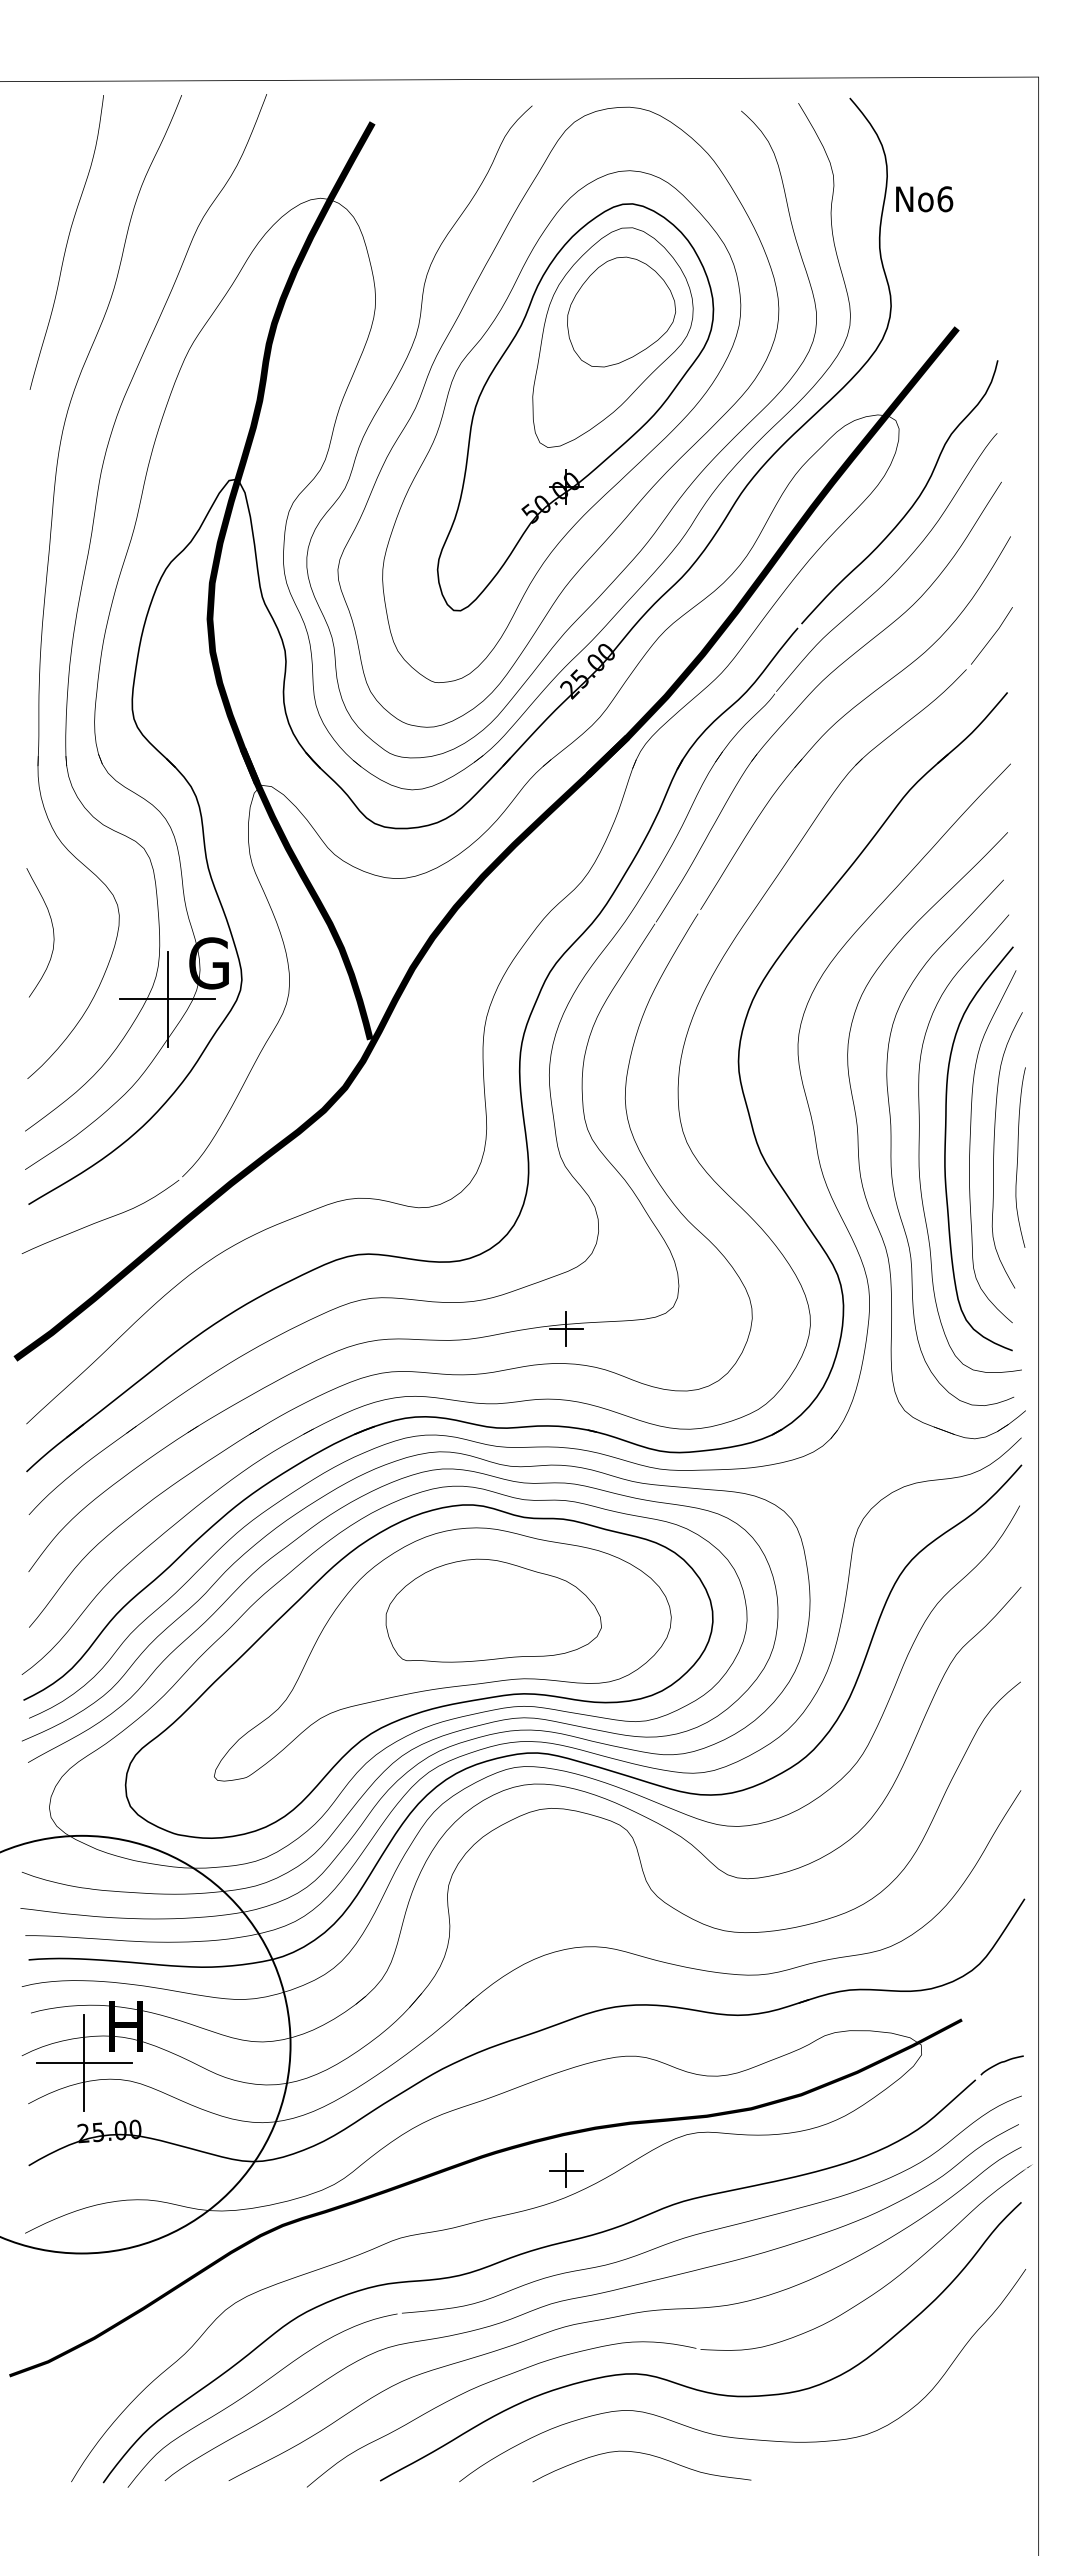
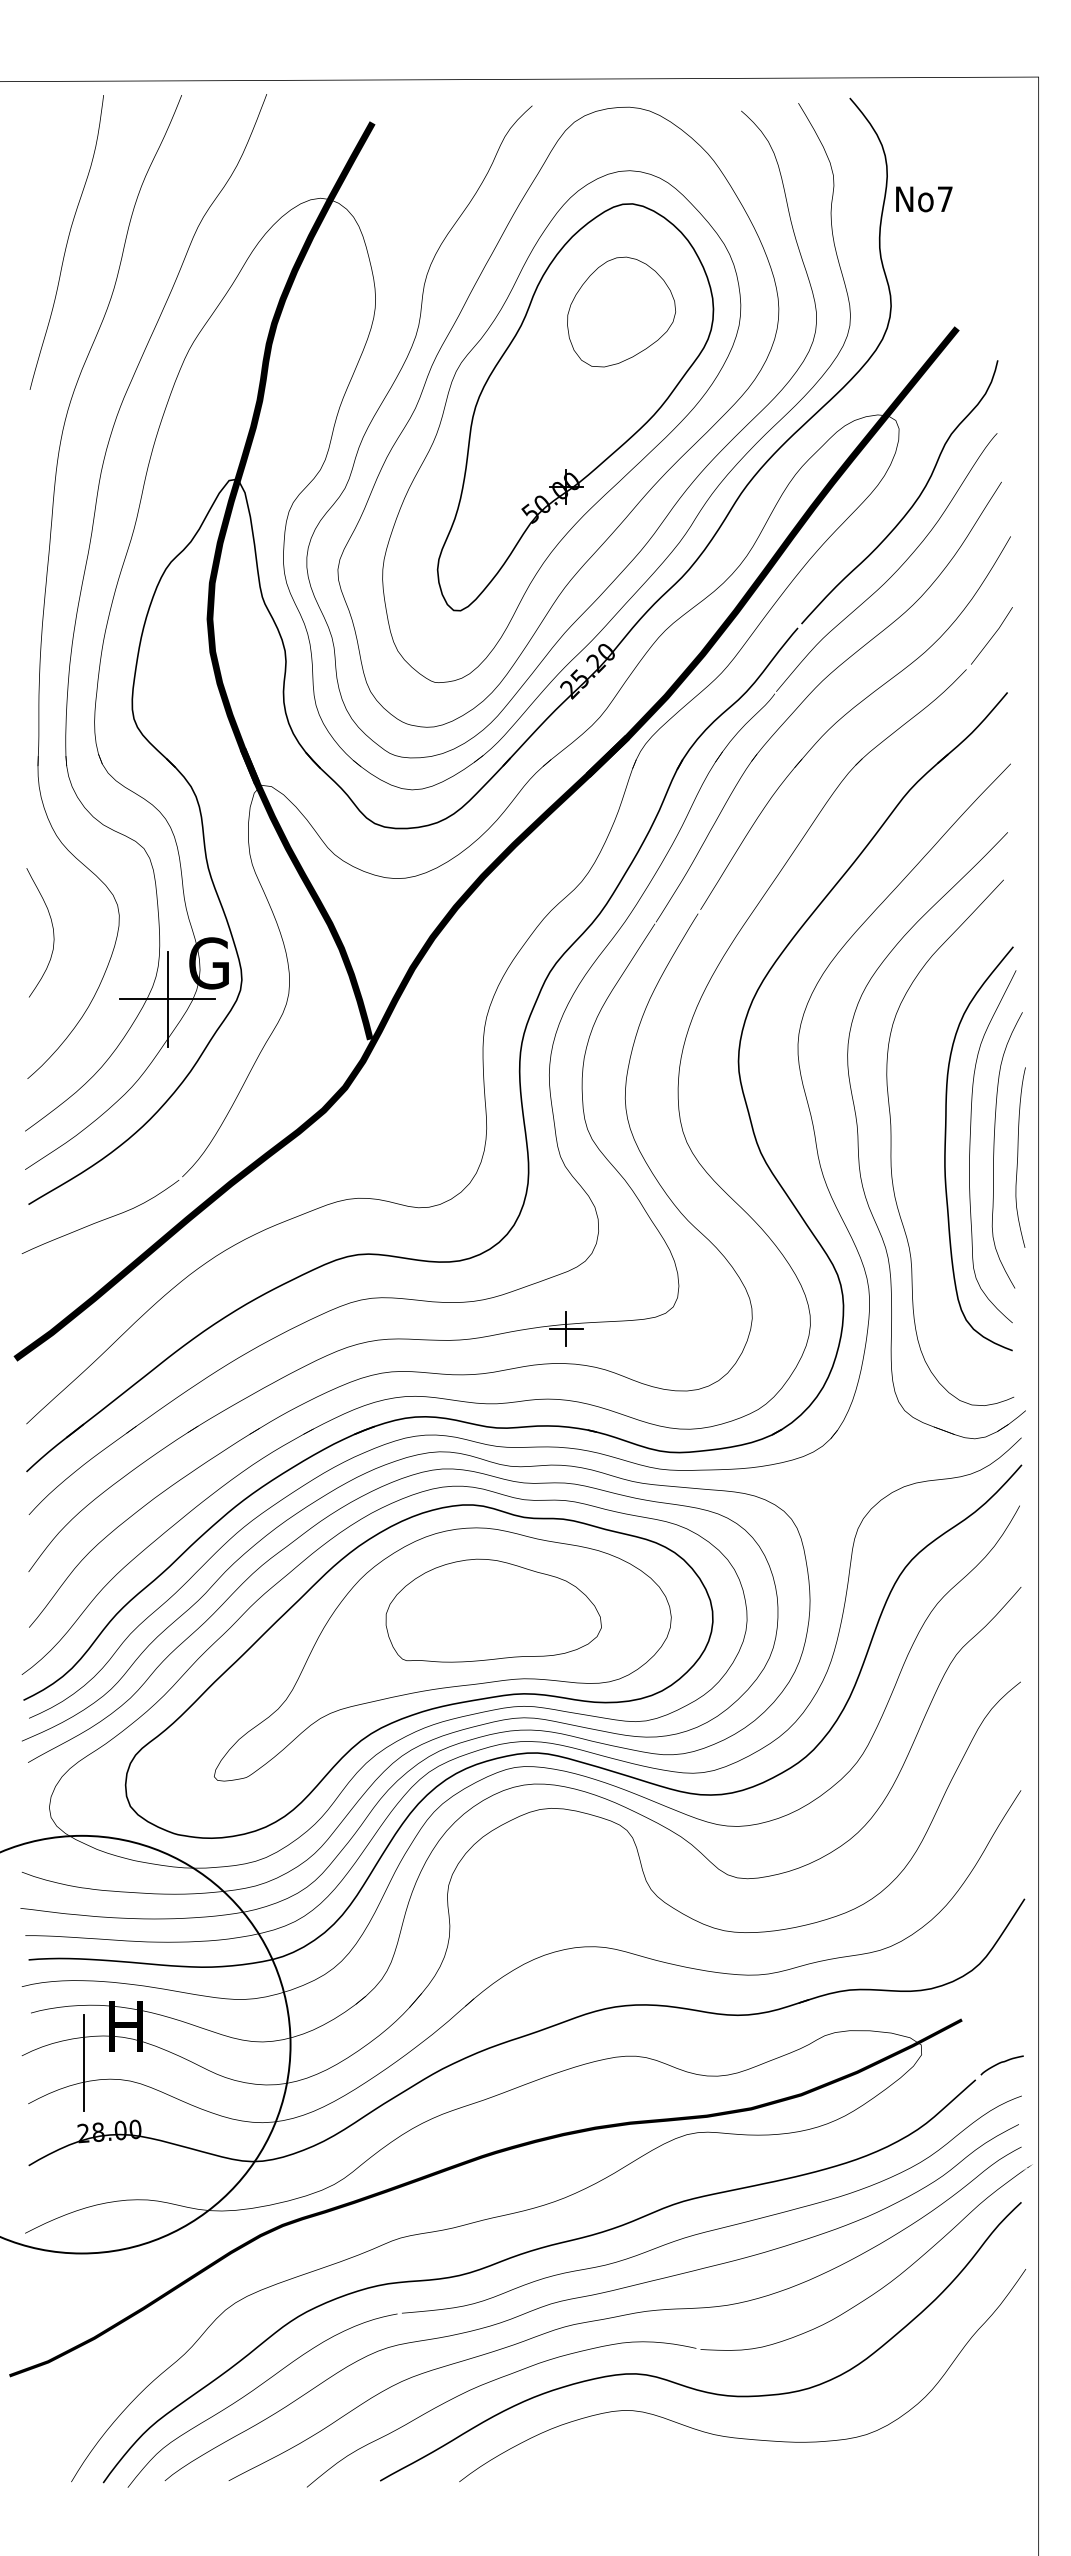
text at (945, 199): No6 -> No7
part at (612, 337): present -> none
text at (596, 663): 25.00 -> 25.20
curve at (919, 1143): present -> none
line at (84, 2062): present -> none
text at (98, 2132): 25.00 -> 28.00
part at (566, 2170): present -> none
curve at (645, 2454): present -> none
